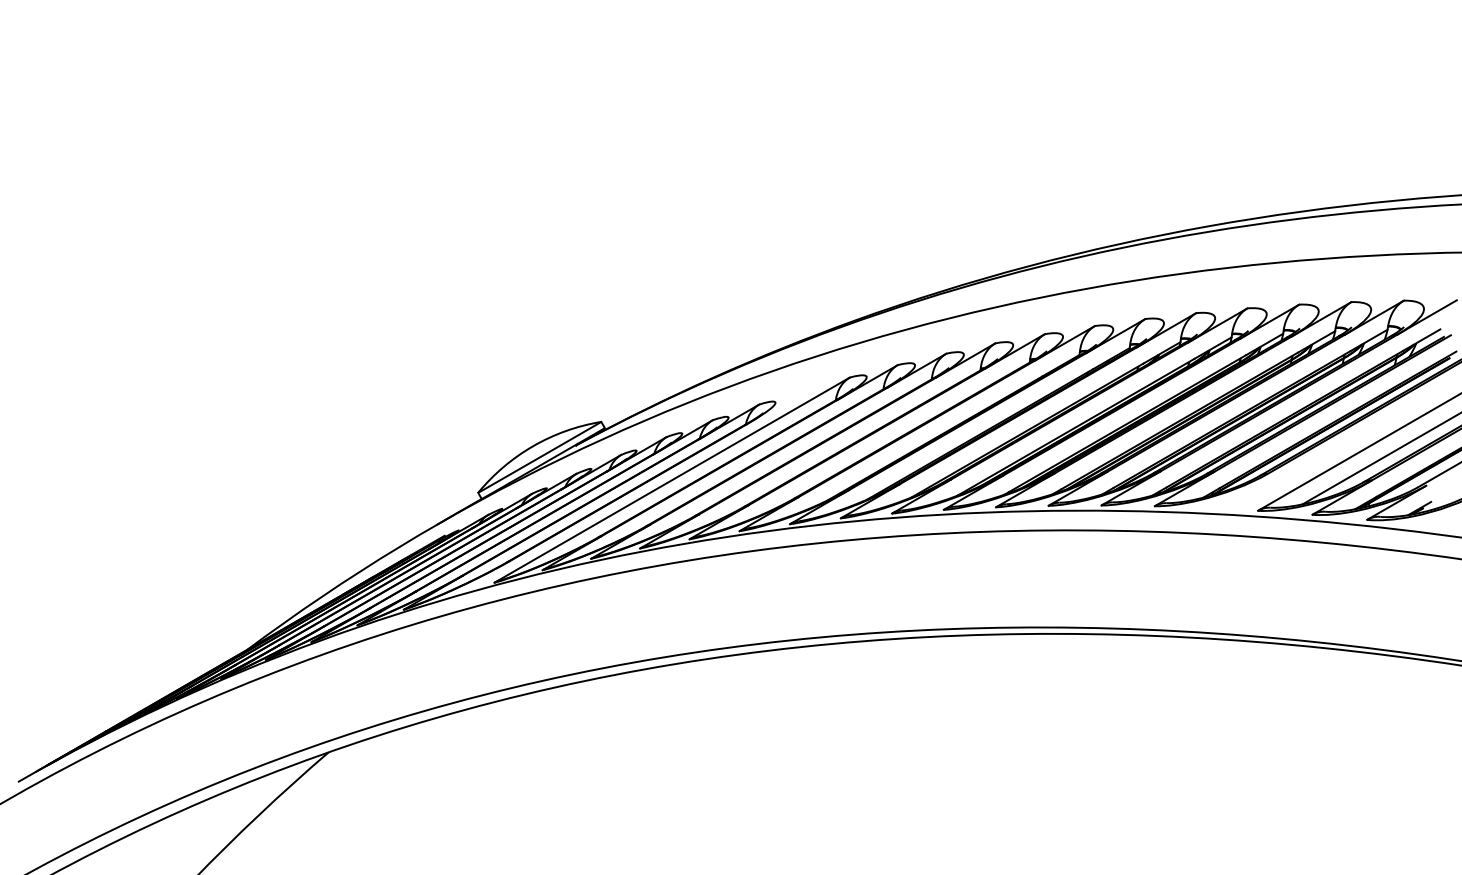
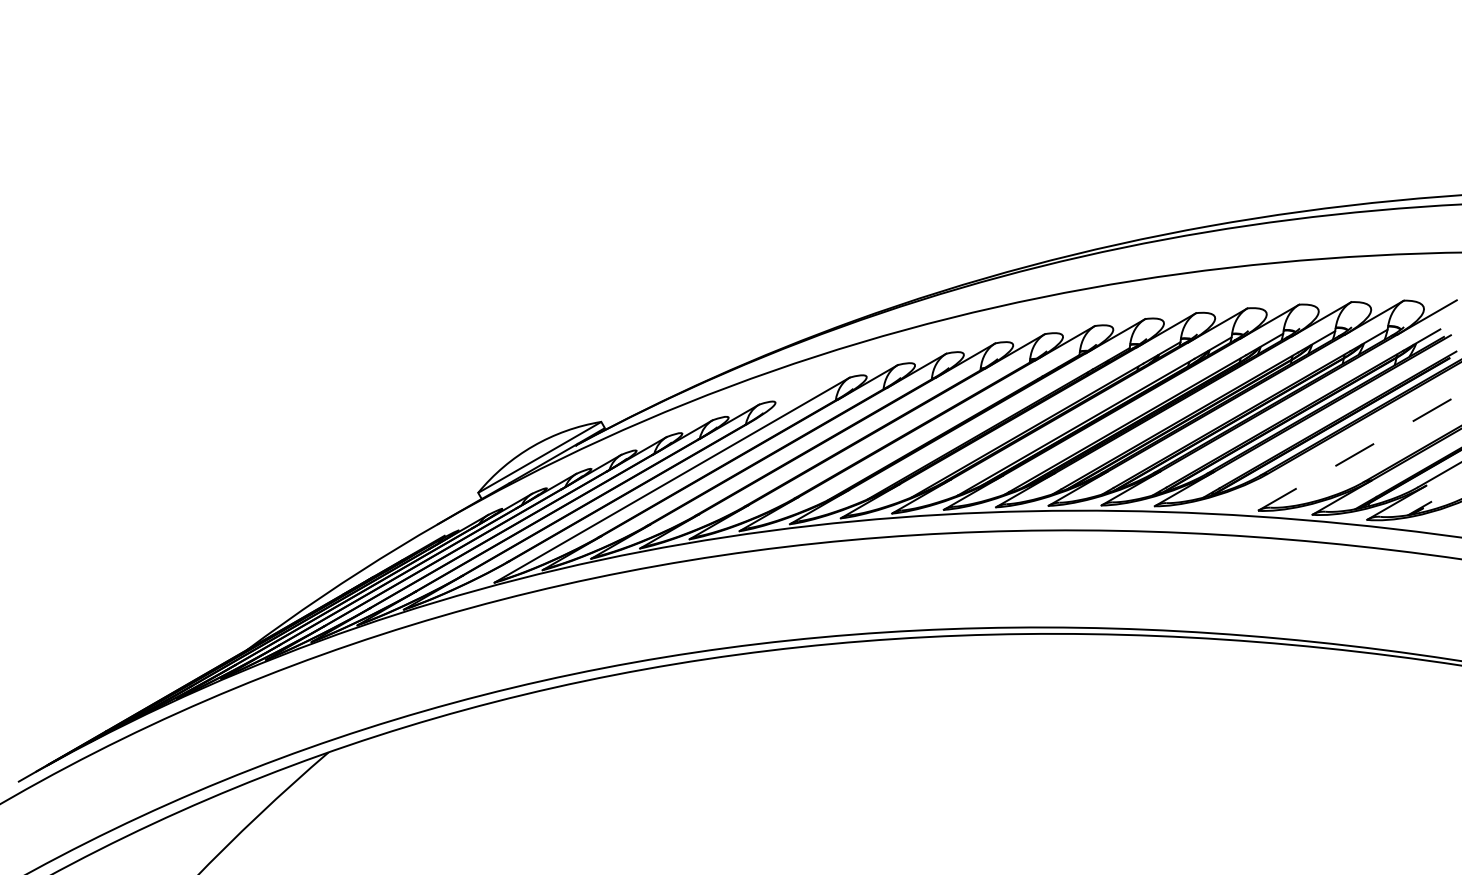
line at (1360, 451): solid -> dashed
line at (1380, 459): present -> none
